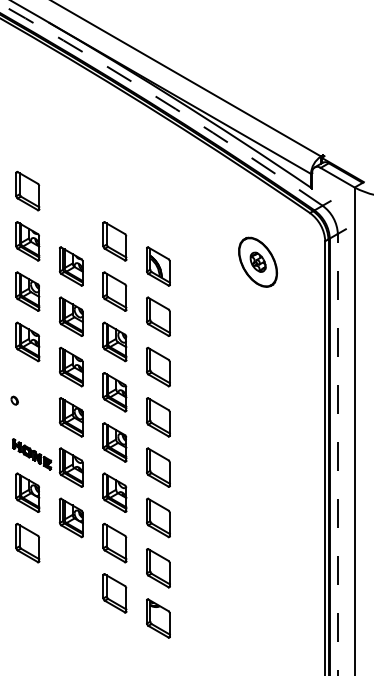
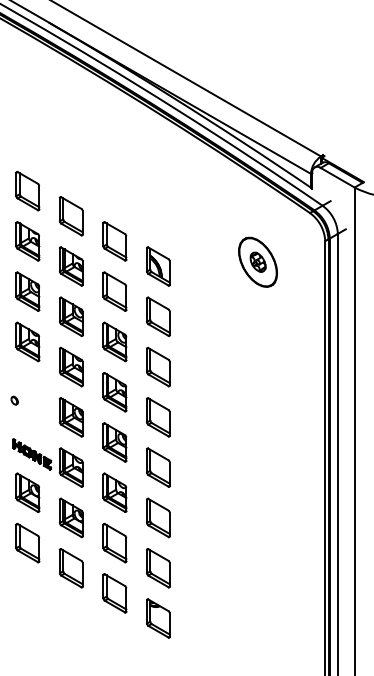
arc at (163, 101): dashed -> solid
part at (70, 216): none -> present
line at (337, 454): dashed -> solid
part at (70, 568): none -> present
